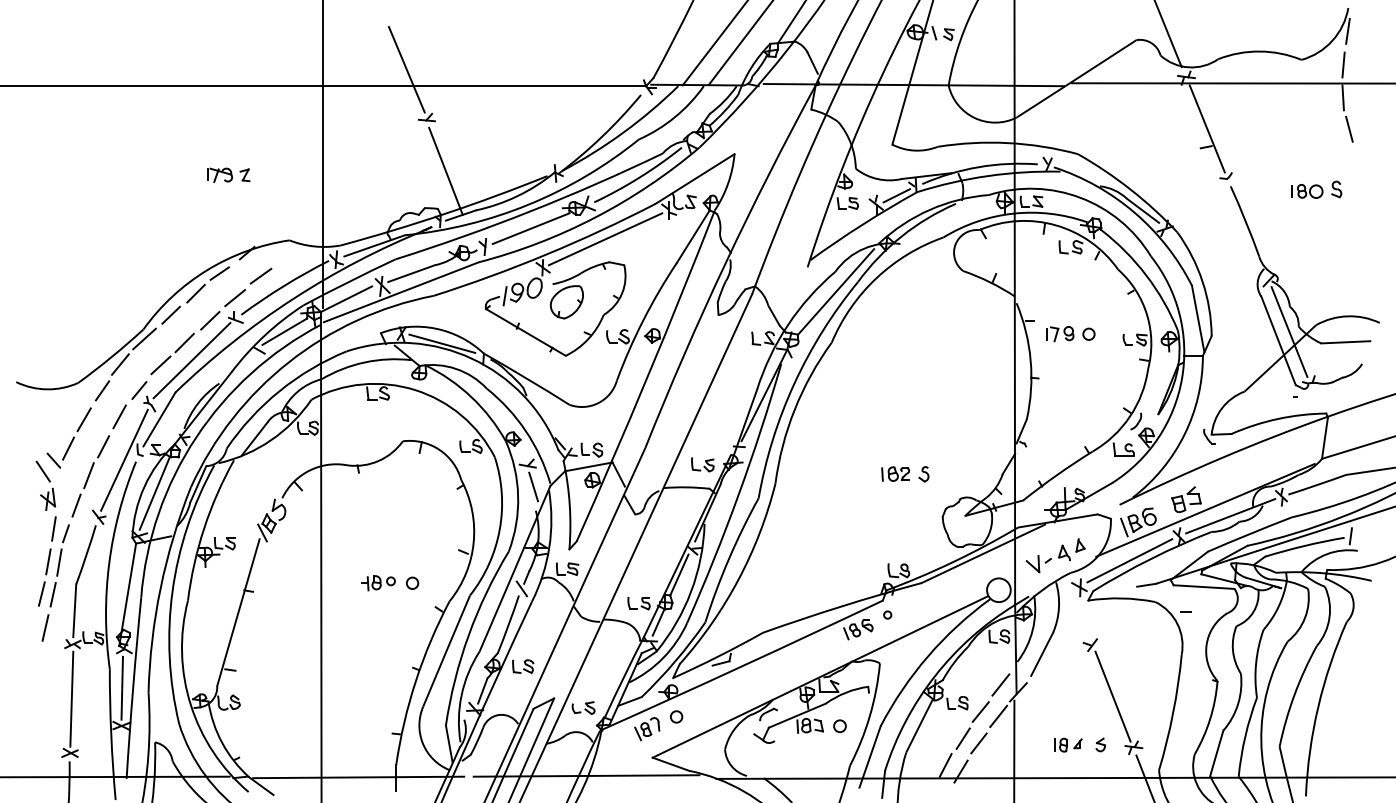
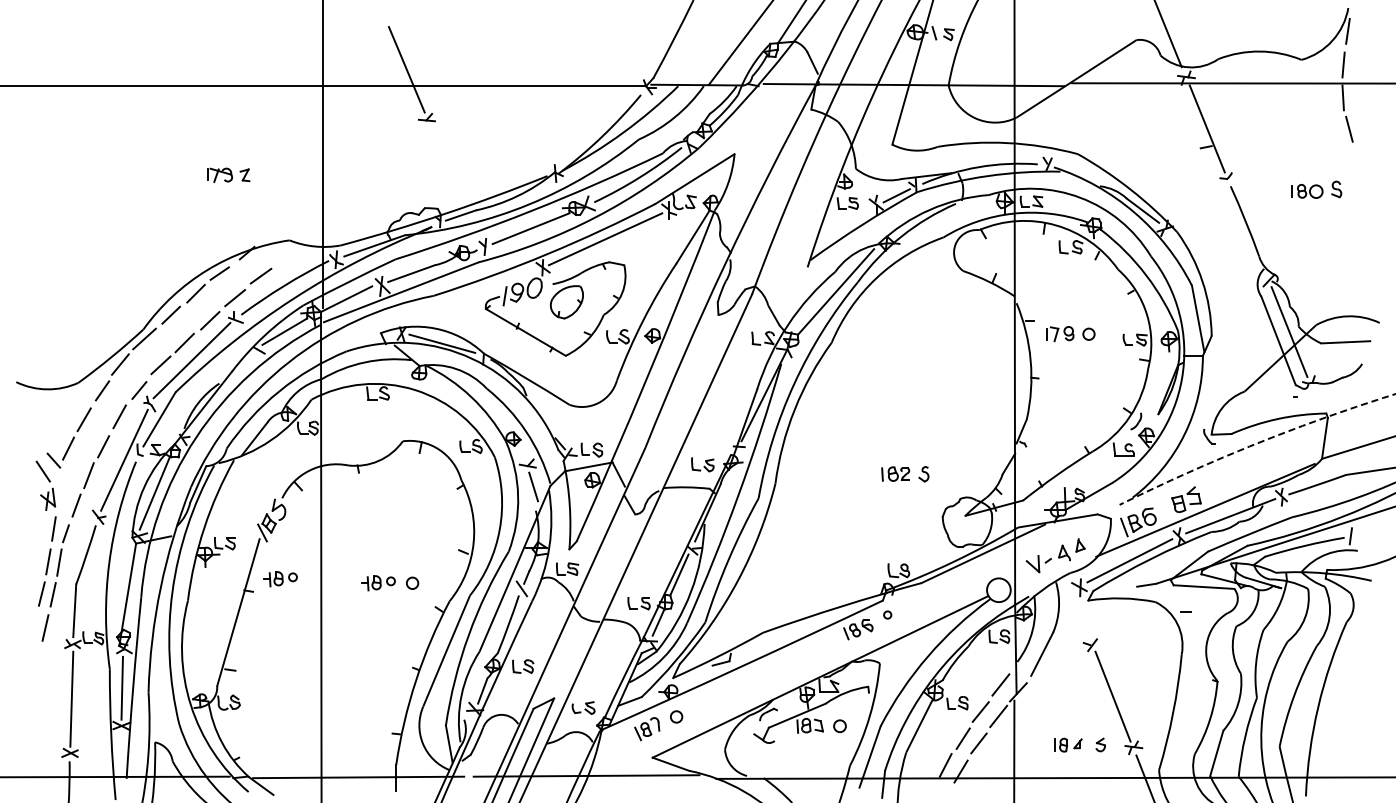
line at (714, 43): present -> none
line at (445, 170): present -> none
arc at (1254, 444): solid -> dashed
part at (280, 579): none -> present
